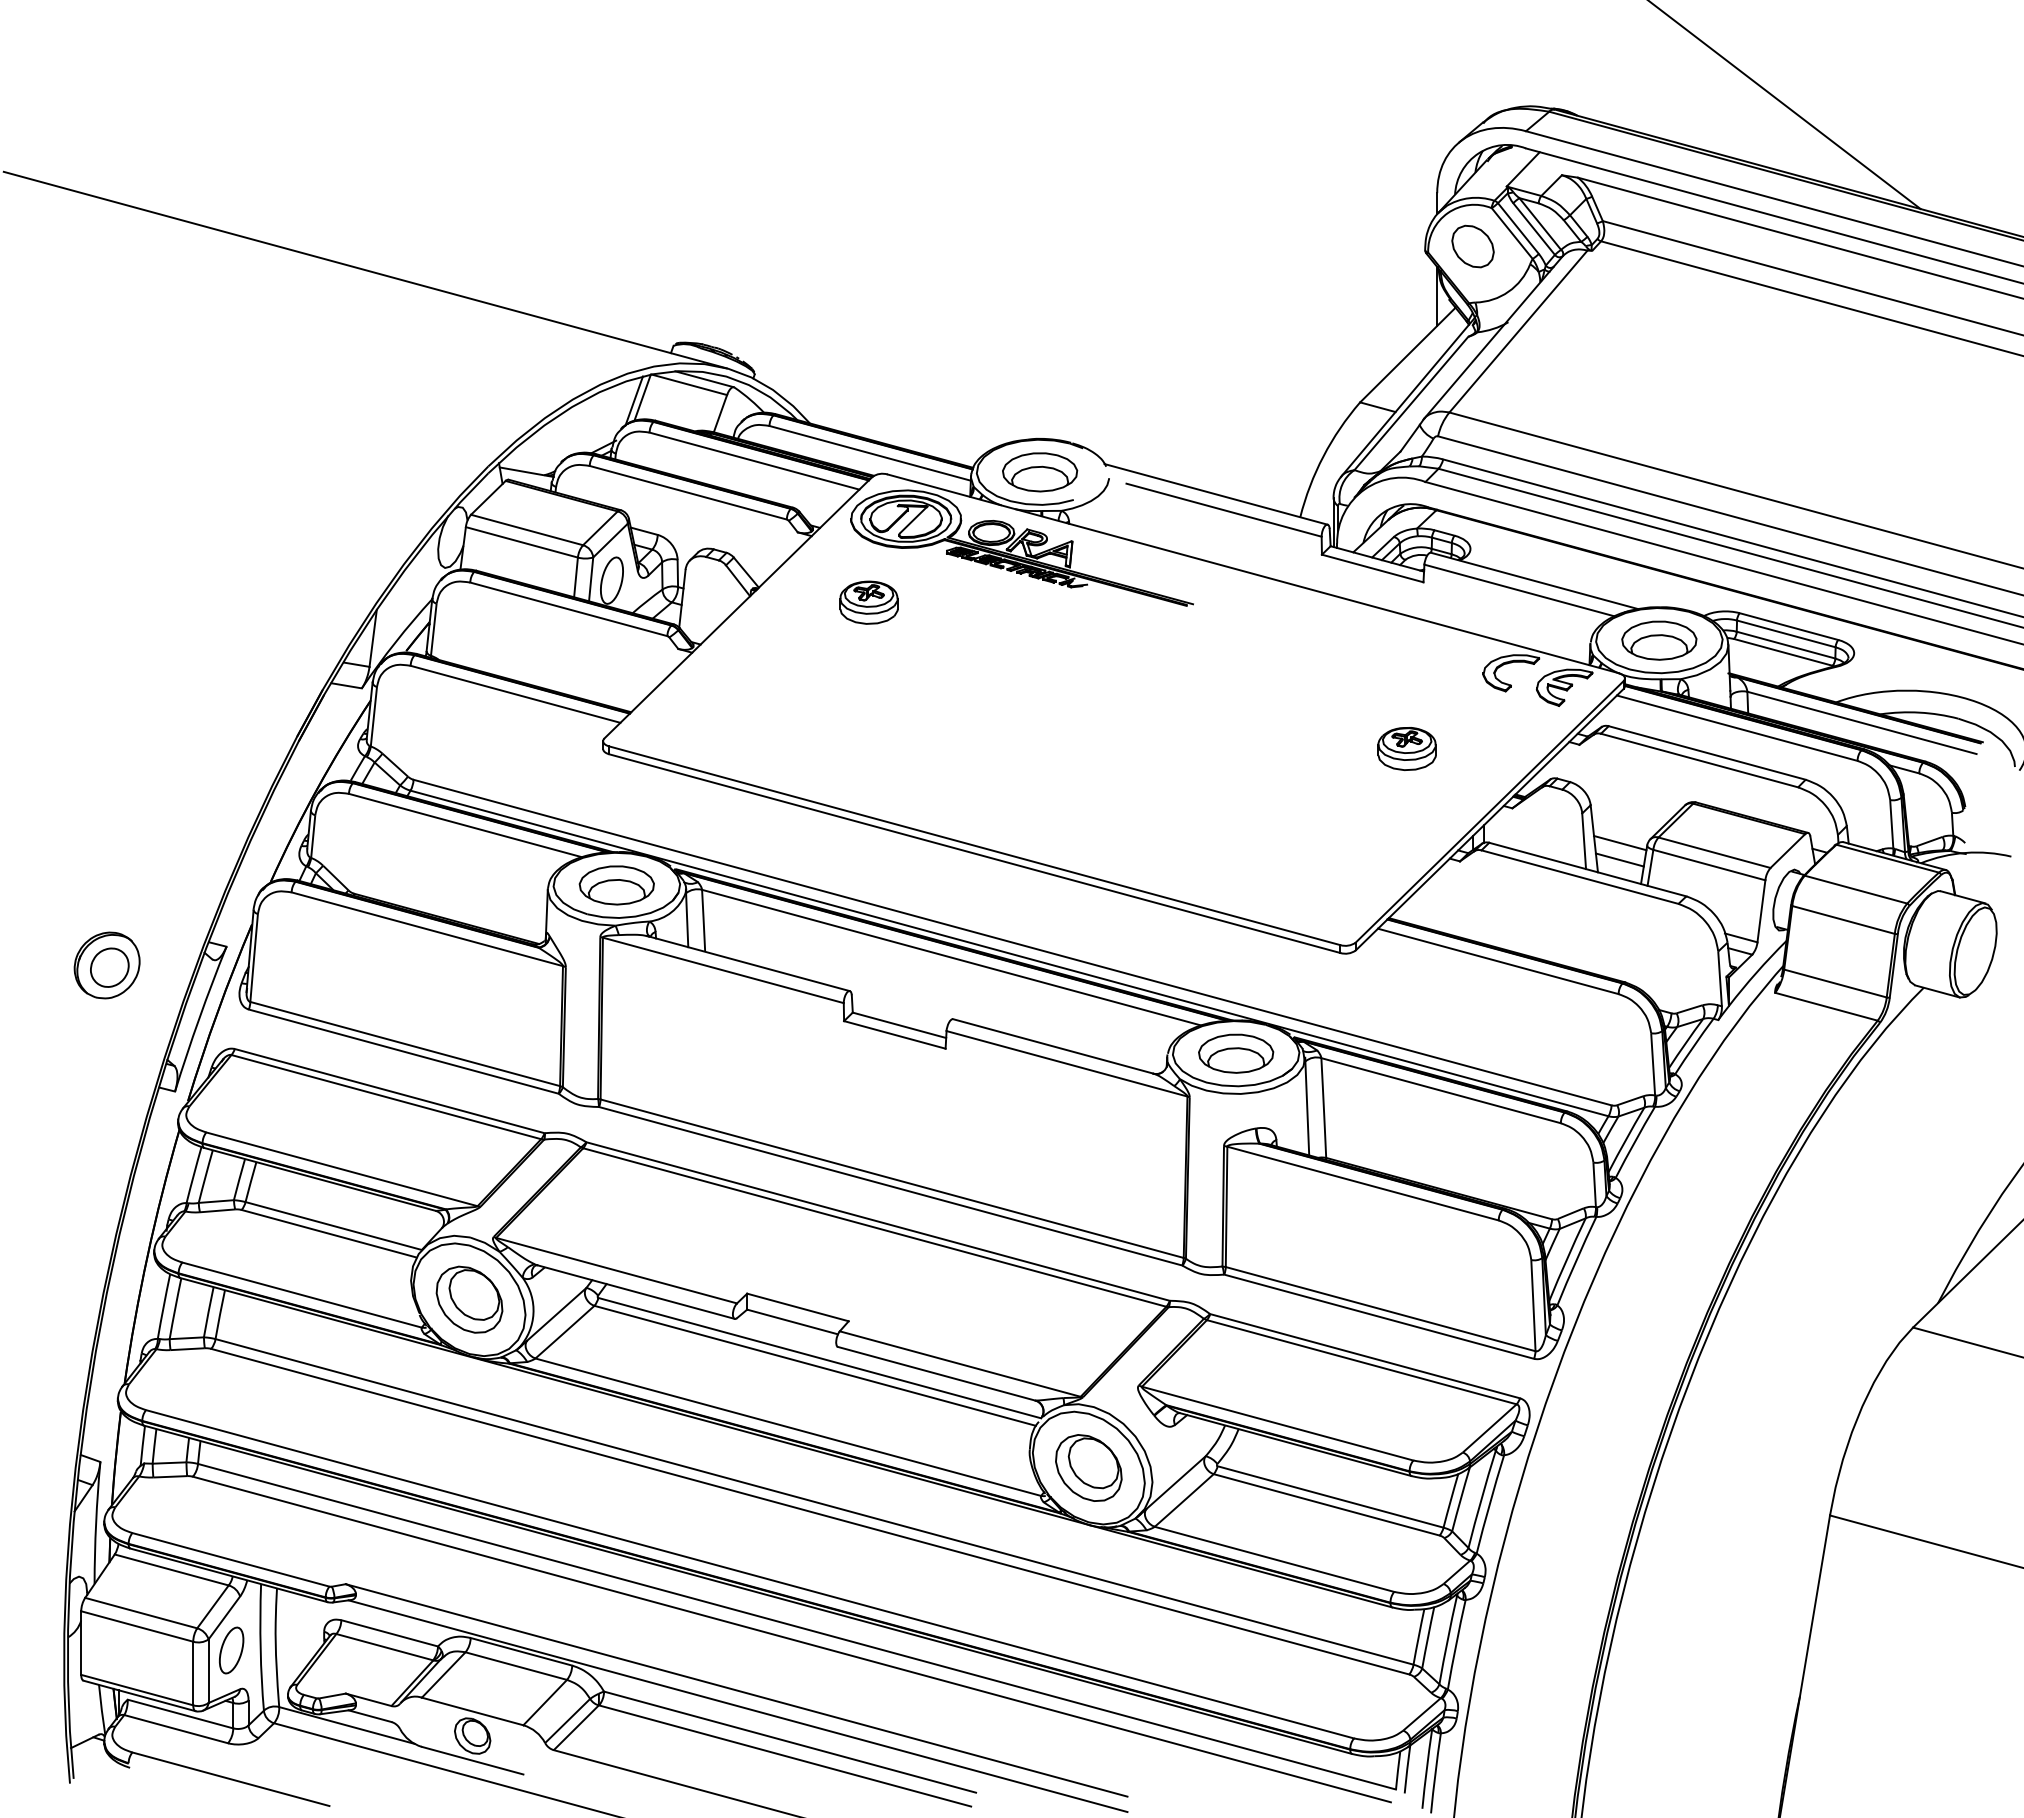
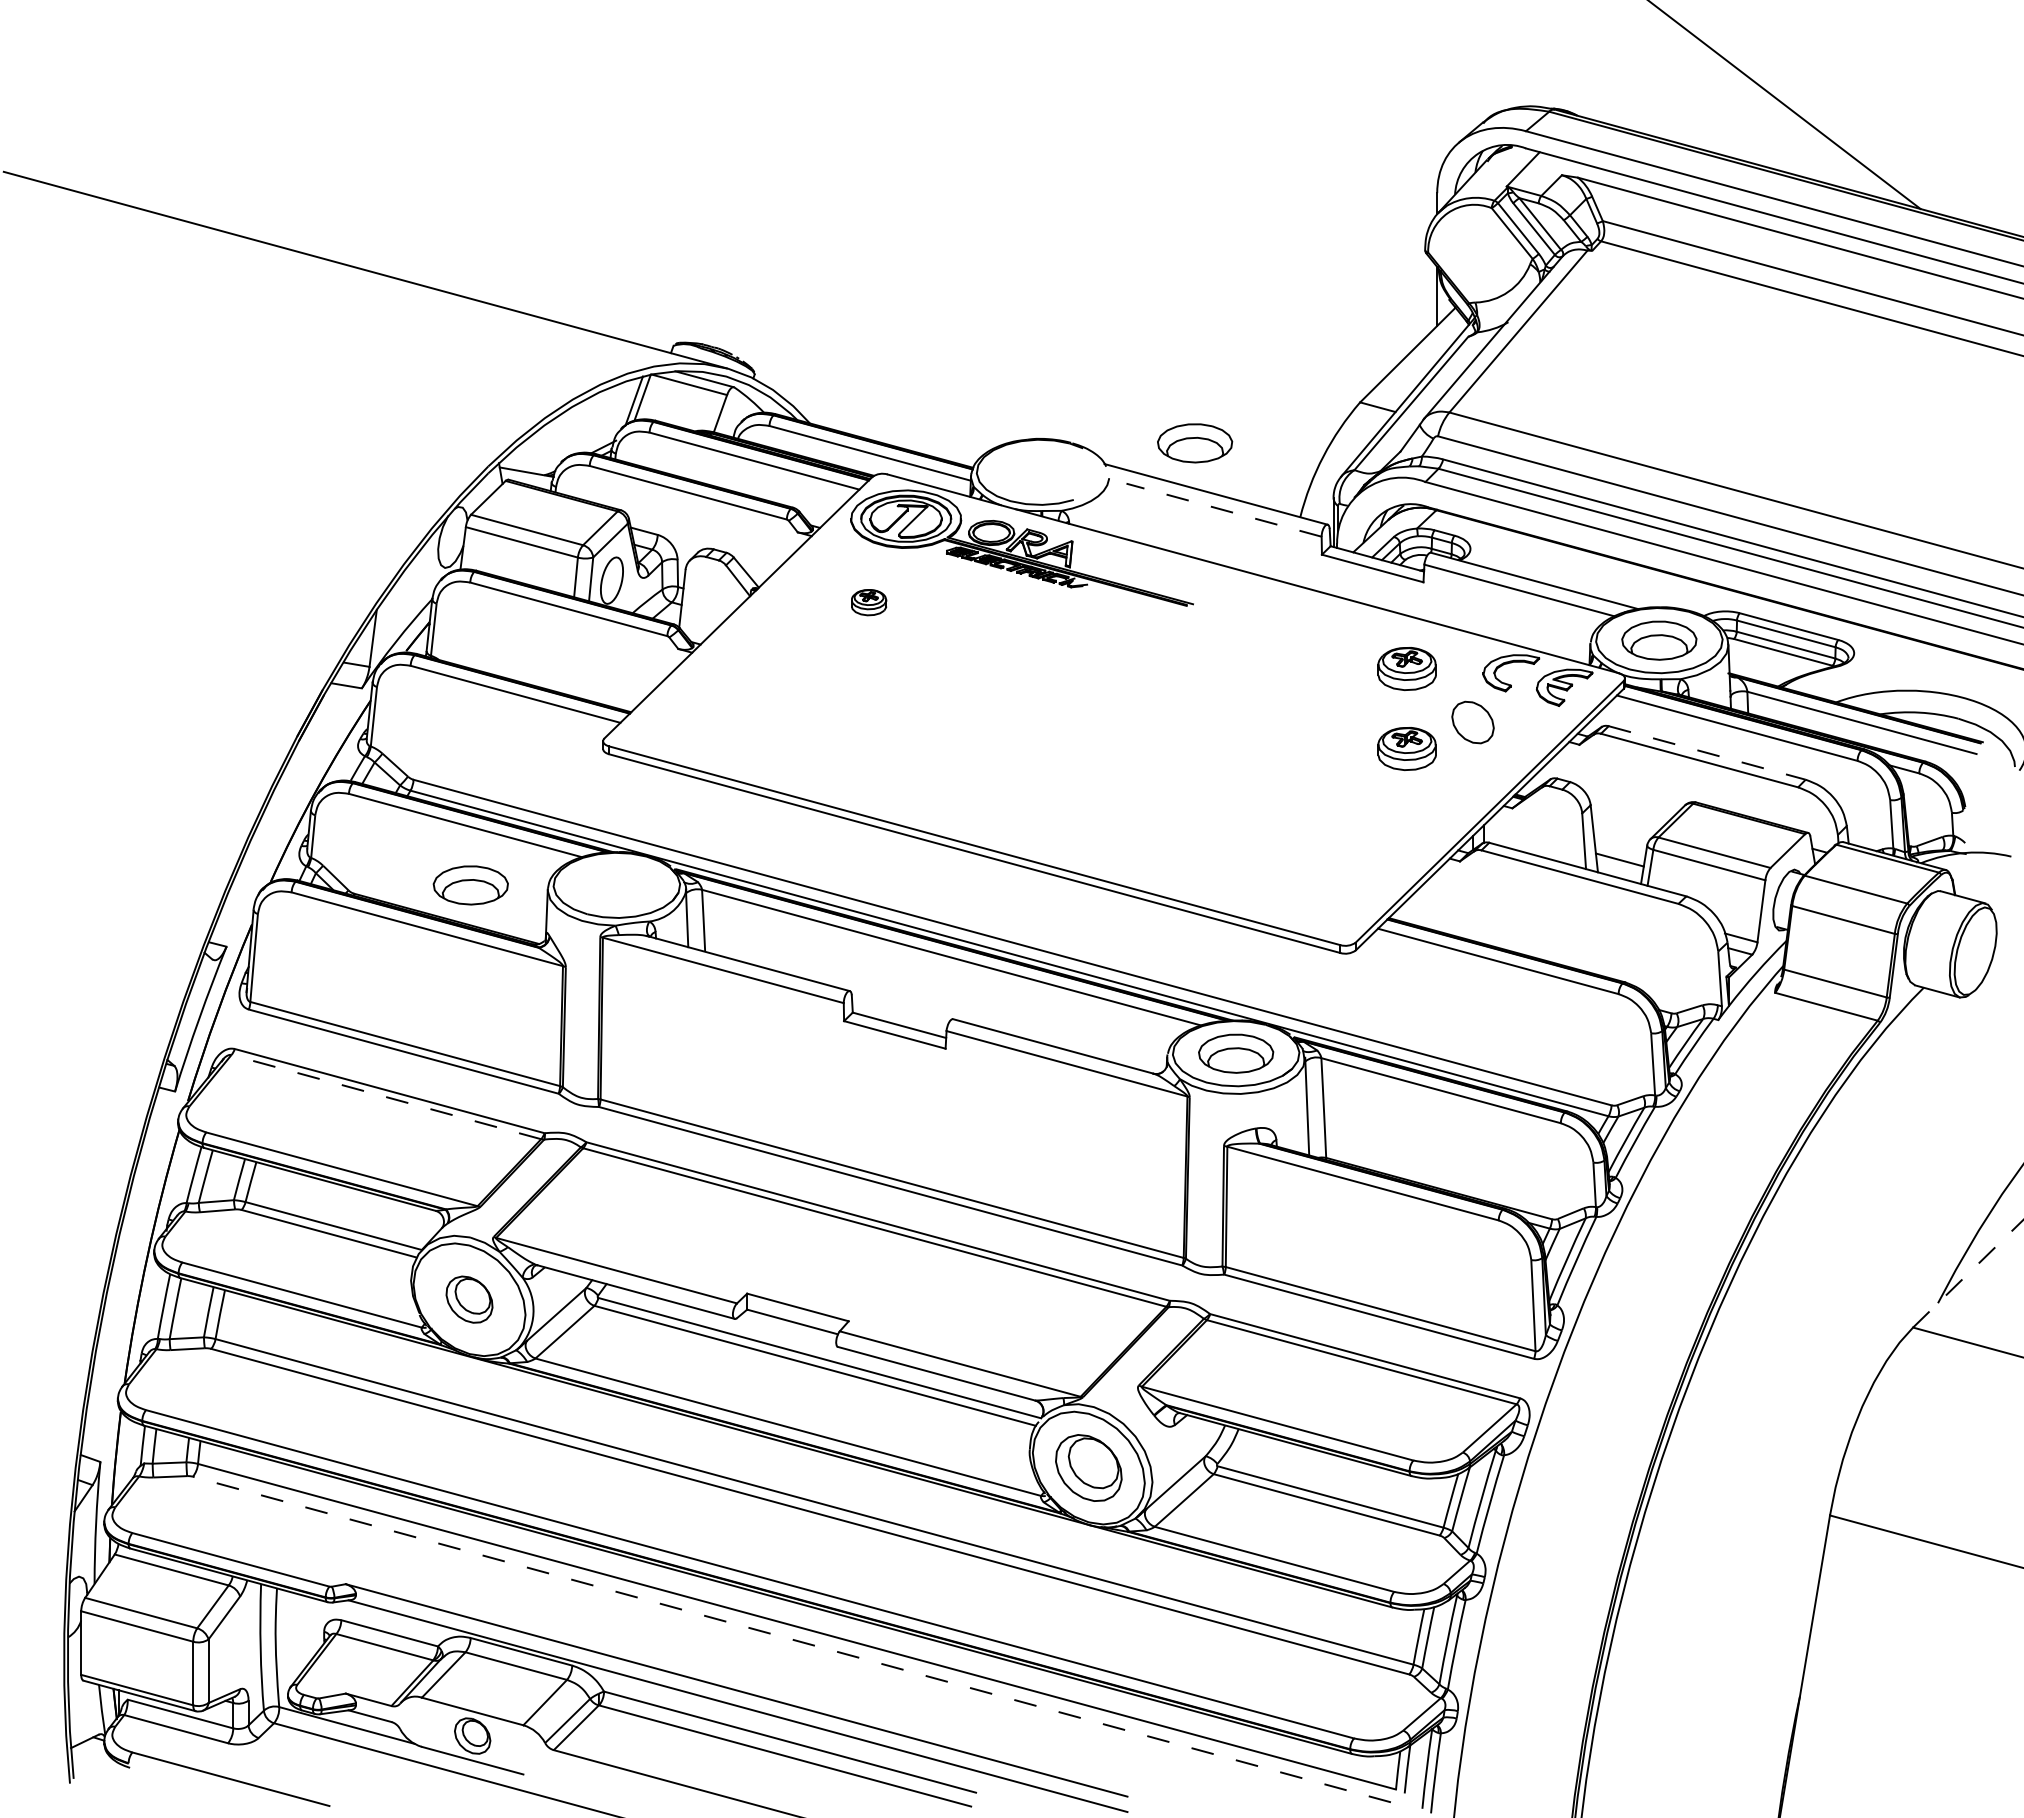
part at (1472, 246) position: (1472, 246) -> (1472, 722)
part at (1040, 472) position: (1040, 472) -> (1195, 443)
line at (1223, 510): solid -> dashed
part at (868, 602) size: 60x45 px -> 37x28 px
part at (1406, 668): none -> present
line at (1707, 753): solid -> dashed
line at (1620, 842): present -> none
part at (616, 885) position: (616, 885) -> (470, 885)
part at (106, 965): present -> none
line at (385, 1096): solid -> dashed
line at (1968, 1273): solid -> dashed
part at (469, 1299) size: 69x69 px -> 49x49 px
line at (791, 1639): solid -> dashed
part at (231, 1650): present -> none
